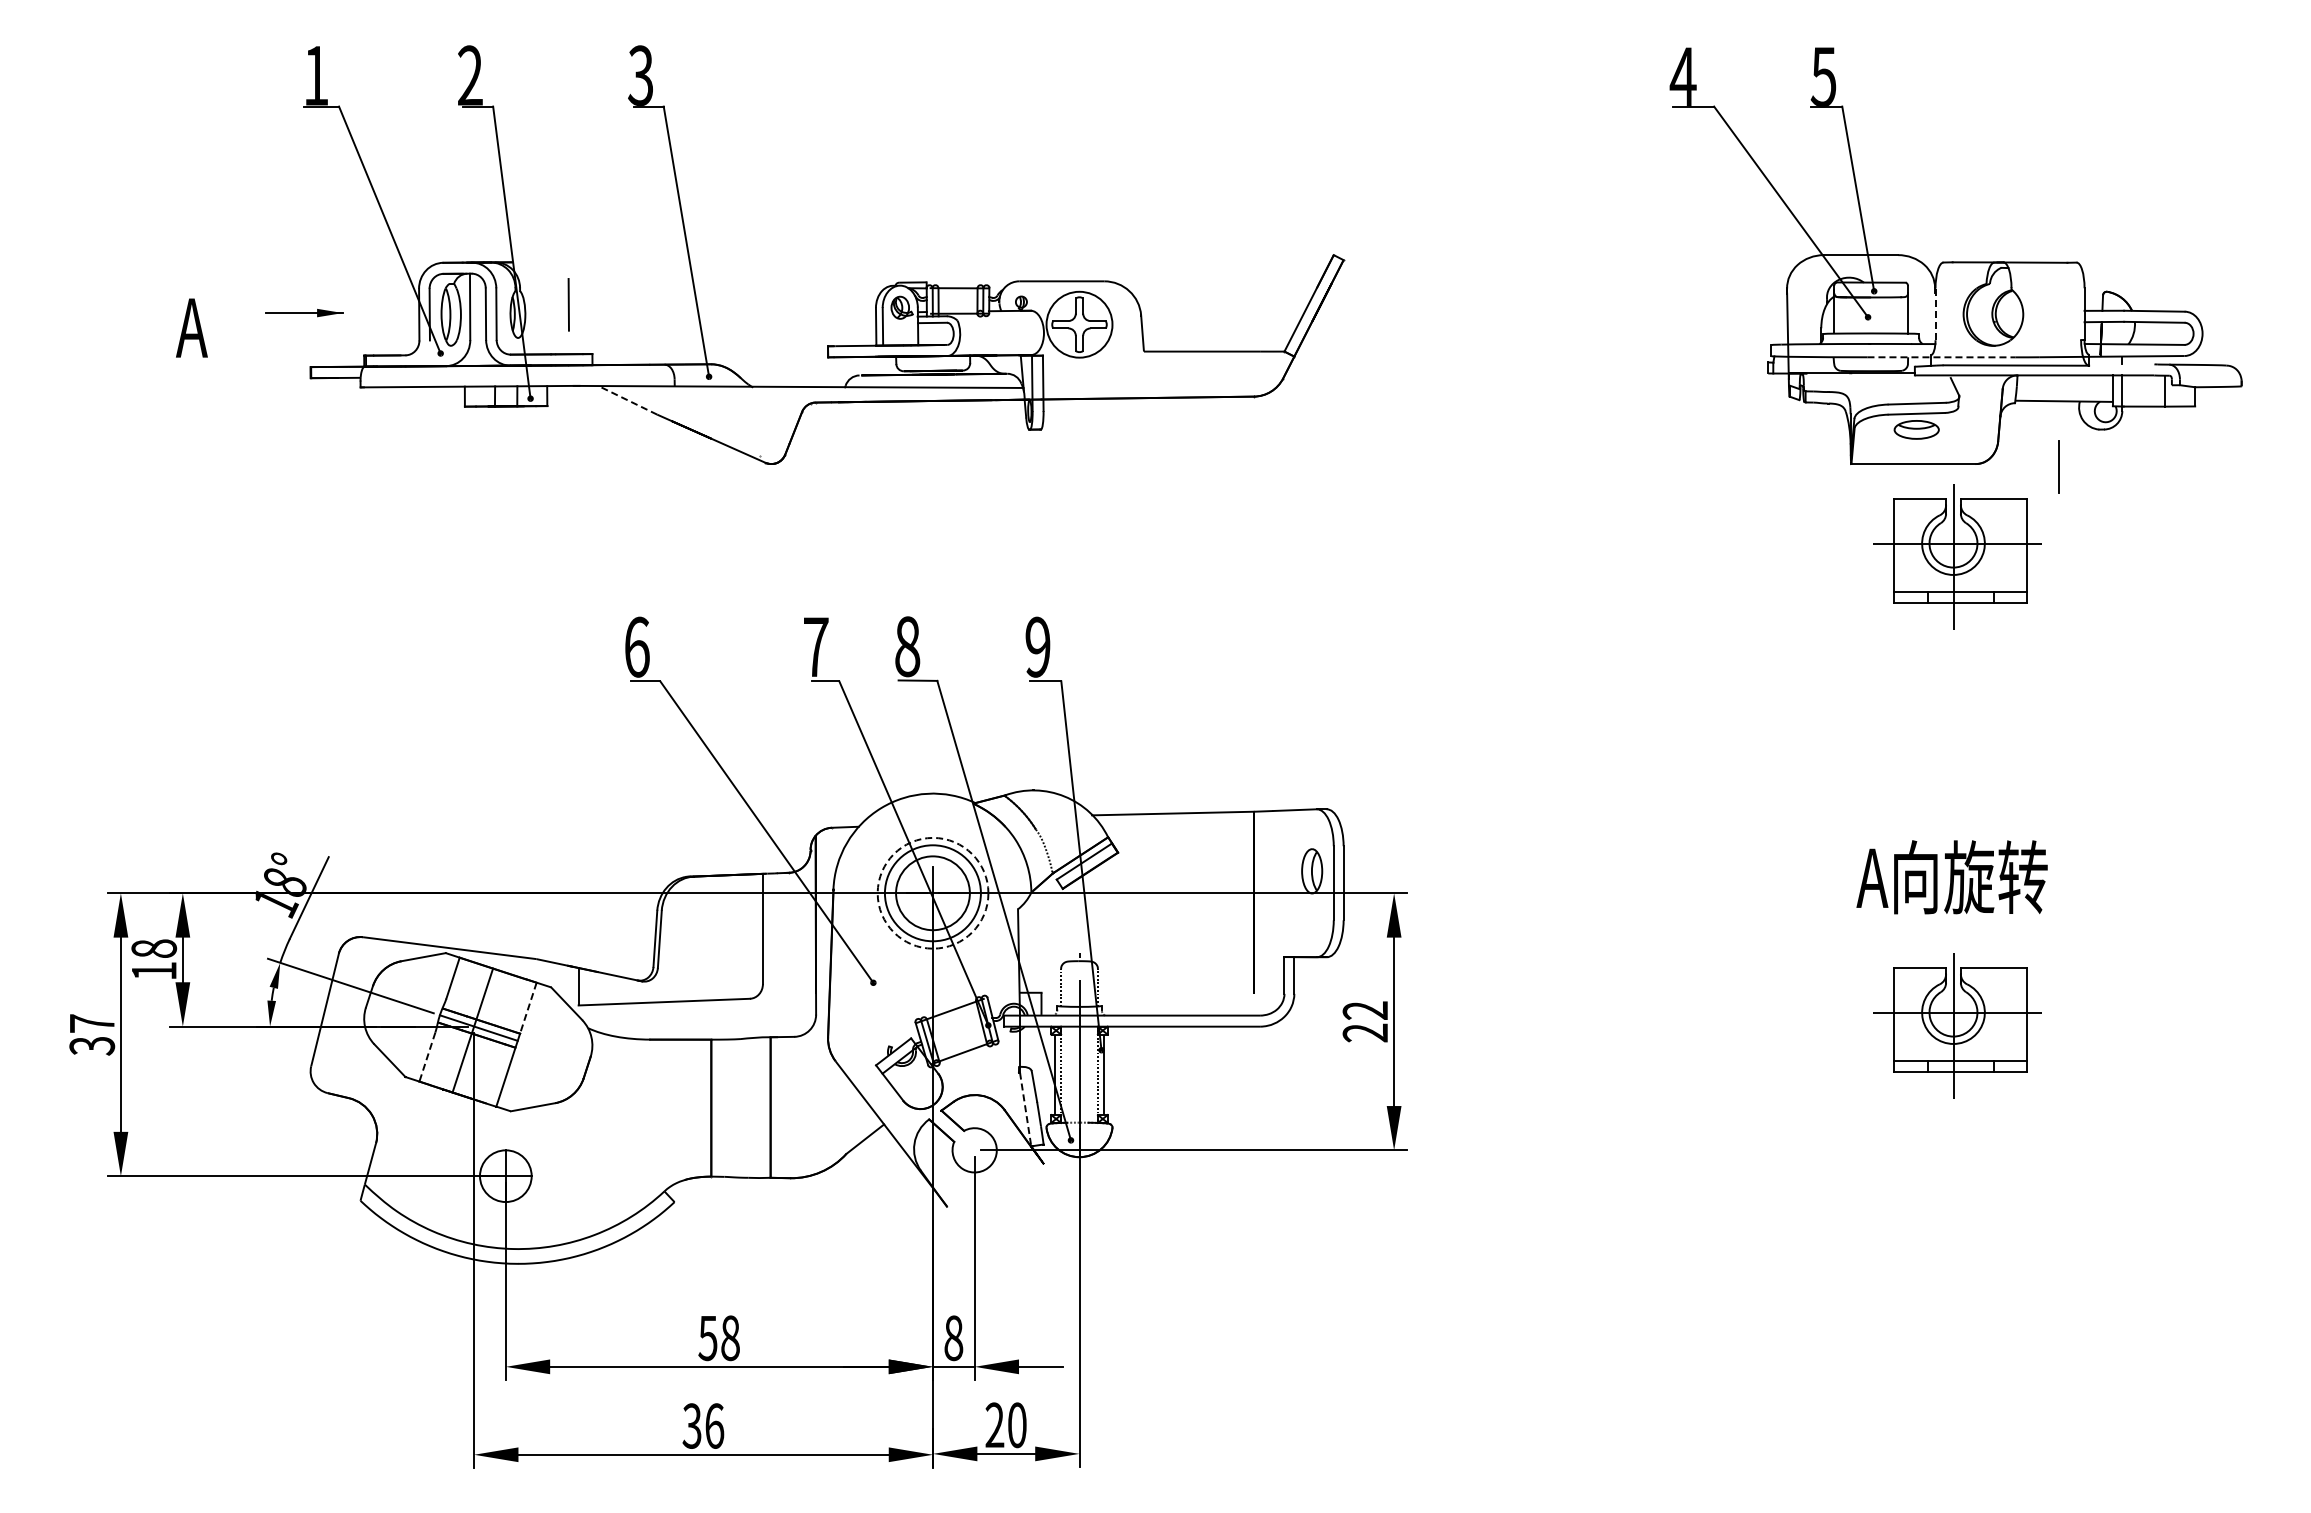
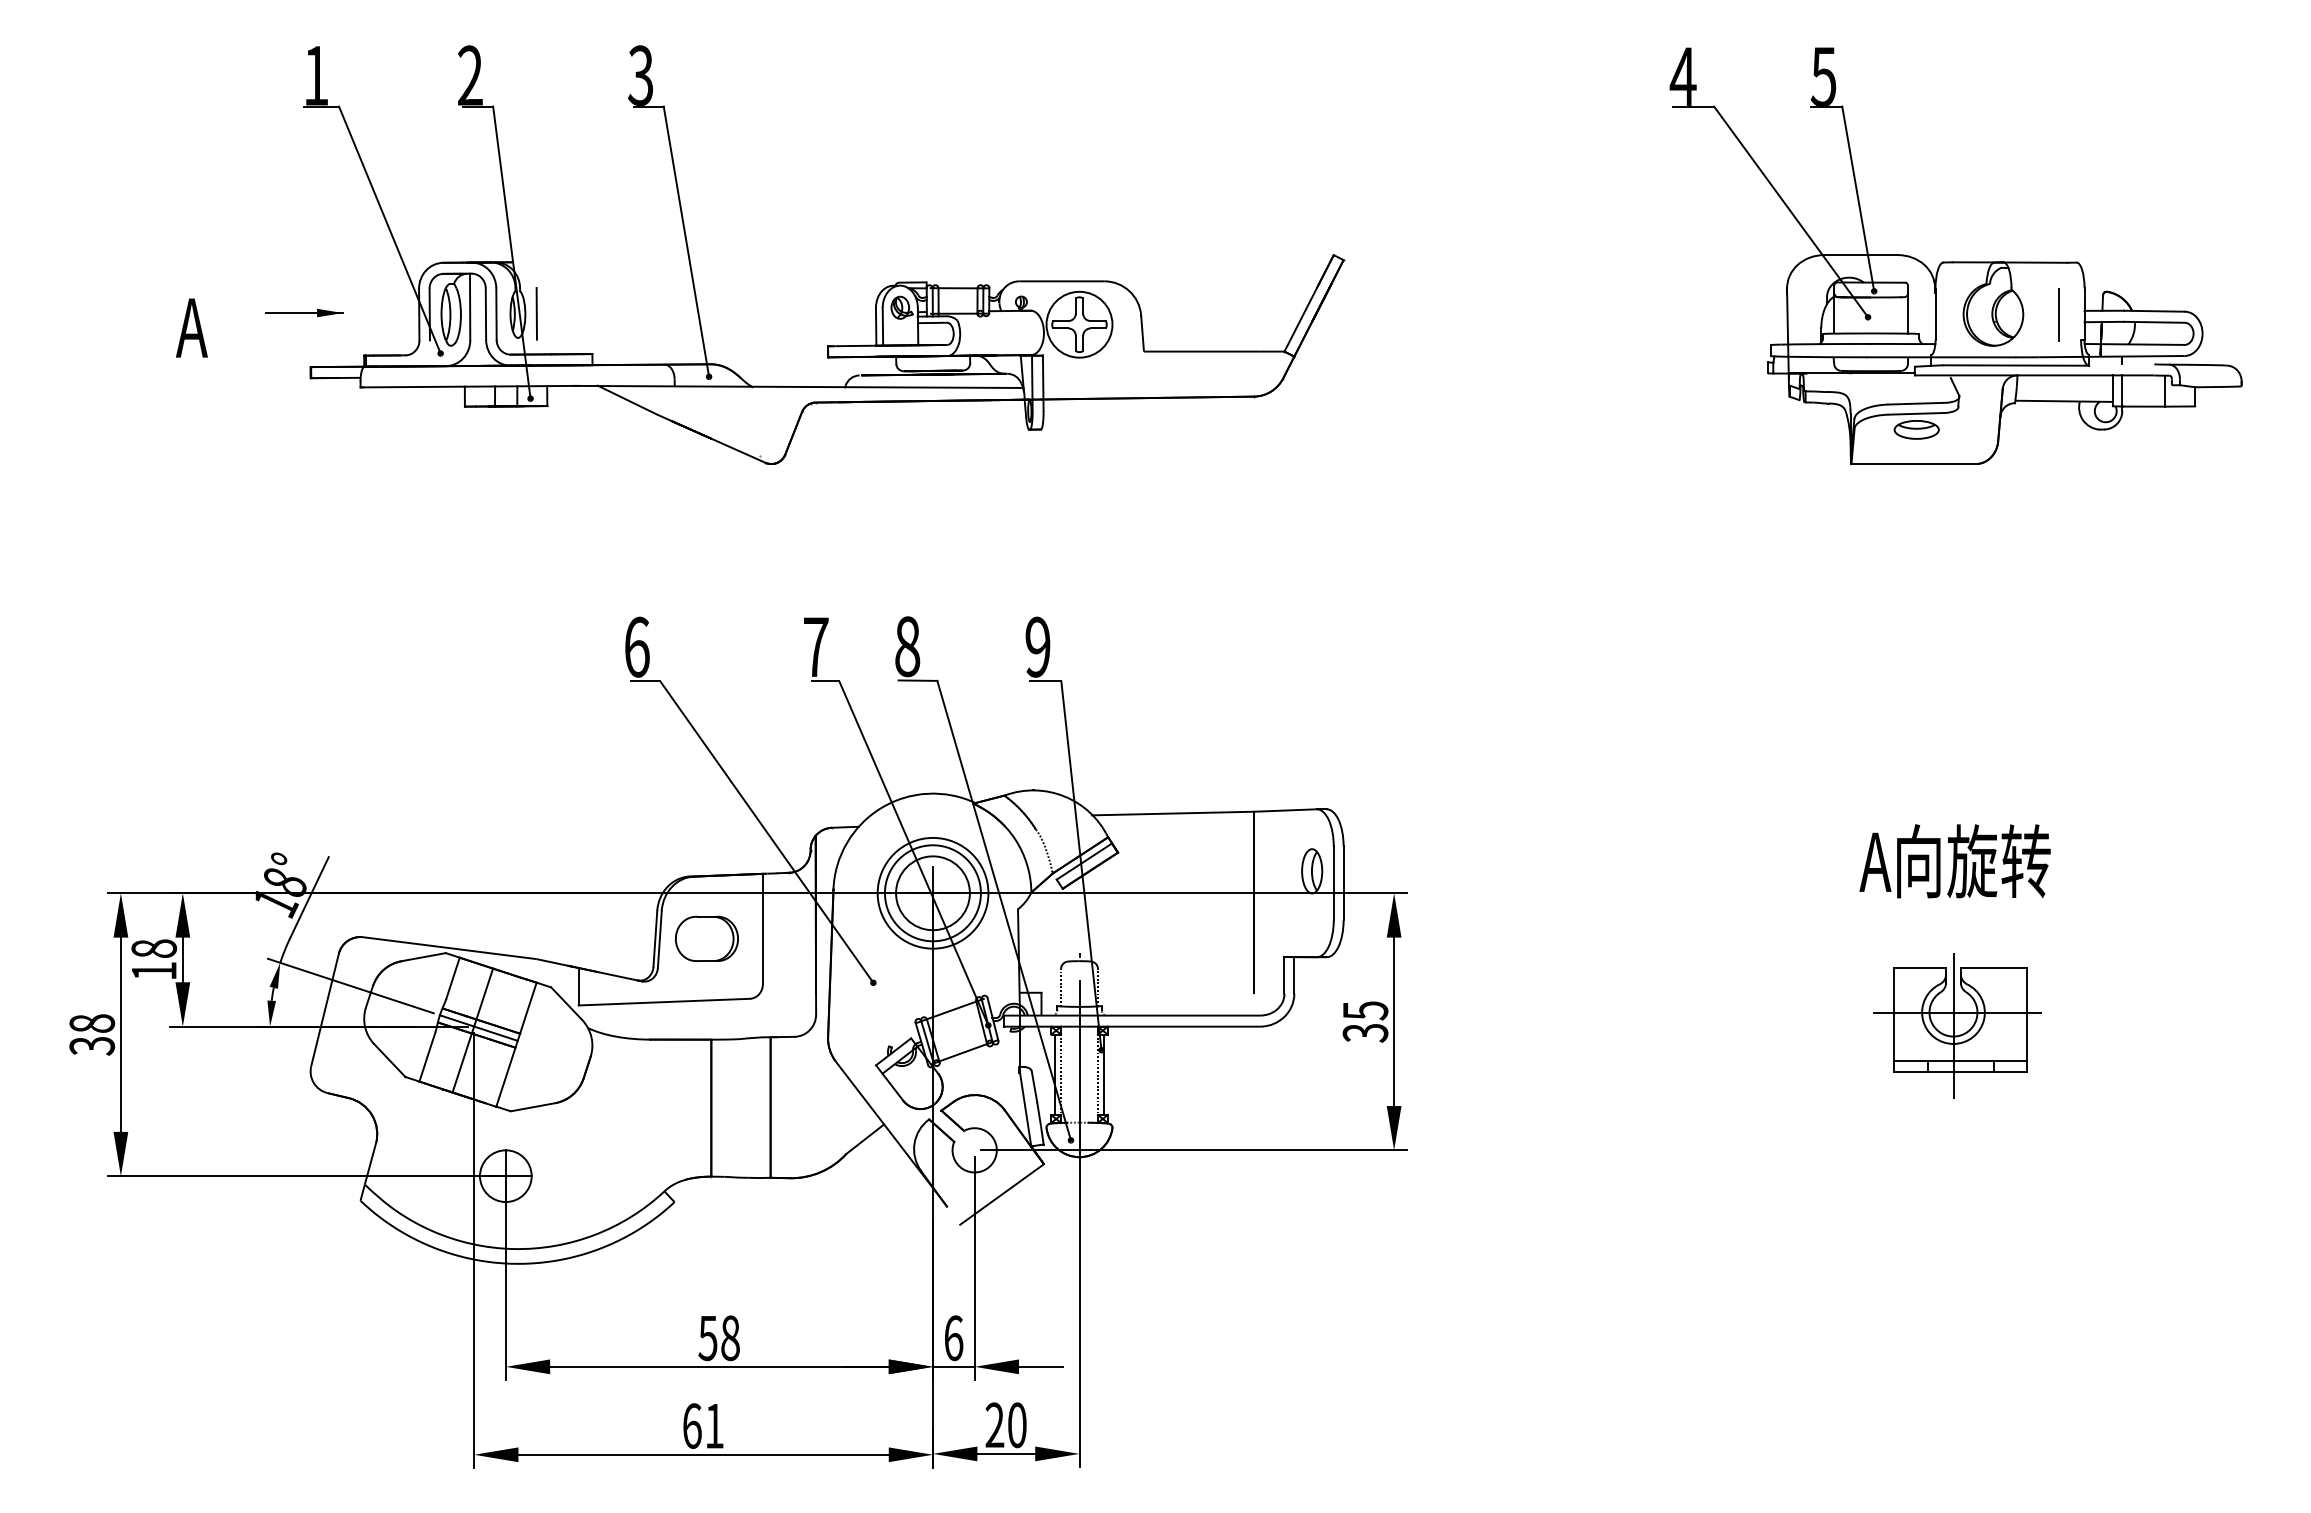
line at (568, 304) position: (568, 304) -> (536, 313)
line at (1935, 314): dashed -> solid
line at (1941, 357): dashed -> solid
line at (627, 399): dashed -> solid
line at (2058, 466) position: (2058, 466) -> (2058, 314)
part at (1957, 556): present -> none
text at (1951, 877) position: (1951, 877) -> (1954, 861)
circle at (932, 892): dashed -> solid
part at (706, 938): none -> present
line at (528, 1008): dashed -> solid
text at (1365, 1021): 22 -> 35
text at (92, 1023): 37 -> 38
line at (427, 1057): dashed -> solid
line at (1025, 1109): dashed -> solid
line at (1001, 1194): none -> present
text at (953, 1338): 8 -> 6
text at (703, 1425): 36 -> 61
